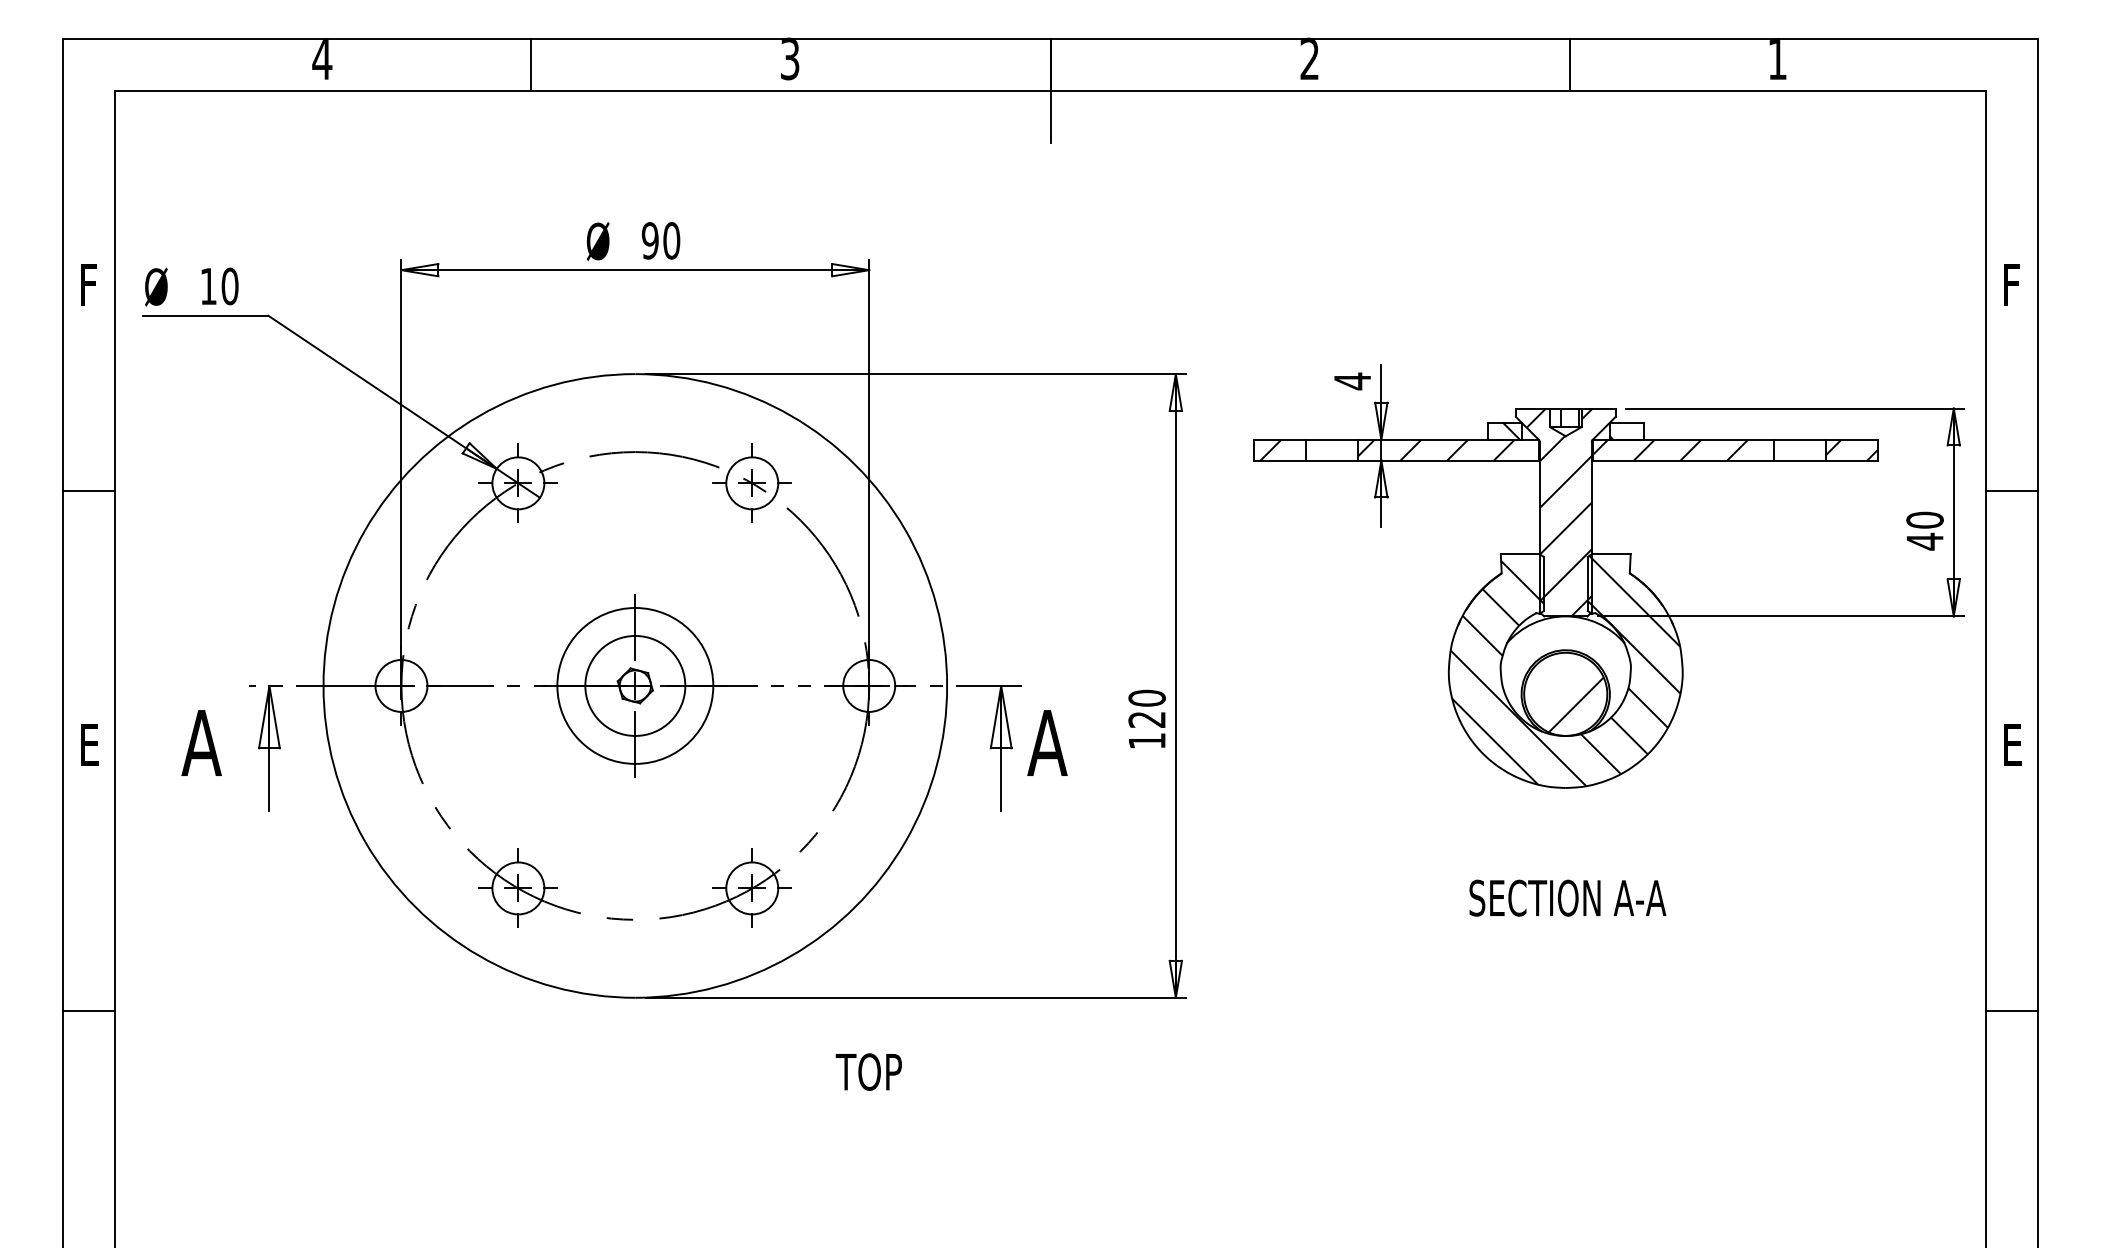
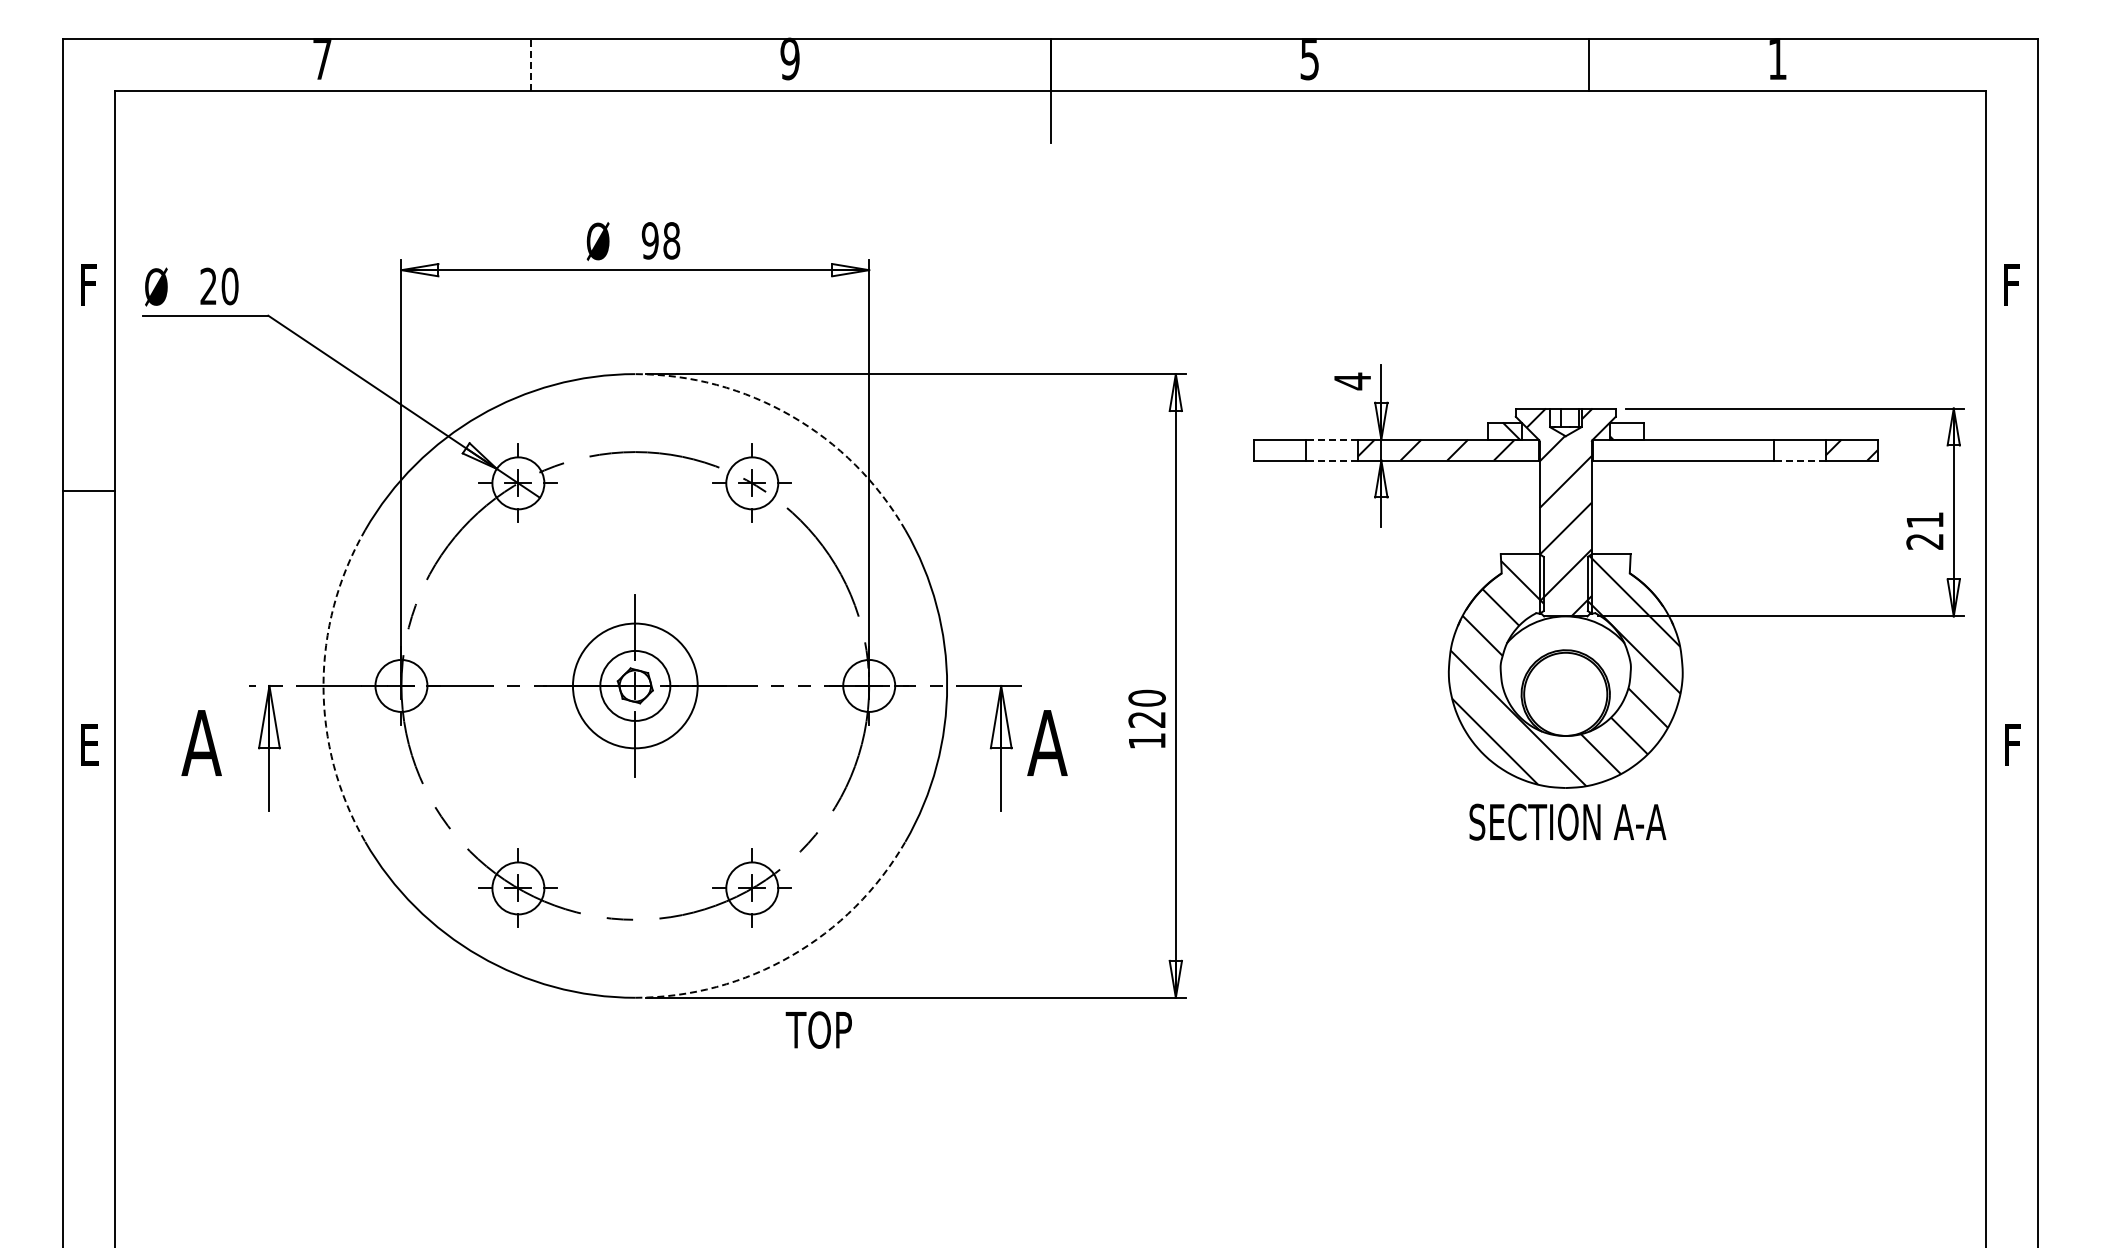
text at (789, 58): 3 -> 9
text at (1309, 58): 2 -> 5
text at (322, 59): 4 -> 7
line at (530, 64): solid -> dashed
line at (1570, 64) position: (1570, 64) -> (1589, 64)
text at (671, 240): 90 -> 98
text at (208, 285): 10 -> 20
arc at (791, 415): solid -> dashed
line at (1331, 439): solid -> dashed
hatch at (1270, 449): present -> none
hatch at (1670, 449): present -> none
line at (1331, 460): solid -> dashed
line at (1799, 460): solid -> dashed
line at (2011, 491): present -> none
text at (1924, 530): 40 -> 21
arc at (323, 685): solid -> dashed
circle at (635, 685) diameter: 100 px -> 70 px
circle at (635, 685) diameter: 156 px -> 125 px
hatch at (1575, 704): present -> none
text at (2012, 744): E -> F
text at (1567, 897) position: (1567, 897) -> (1567, 821)
arc at (791, 956): solid -> dashed
line at (89, 1010): present -> none
line at (2011, 1010): present -> none
text at (868, 1071) position: (868, 1071) -> (818, 1029)
